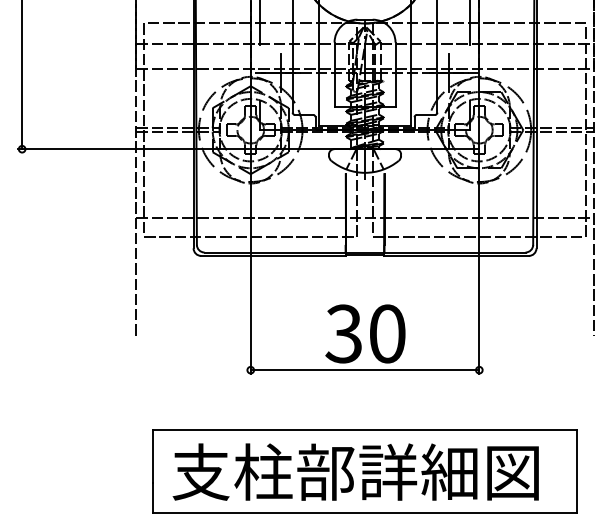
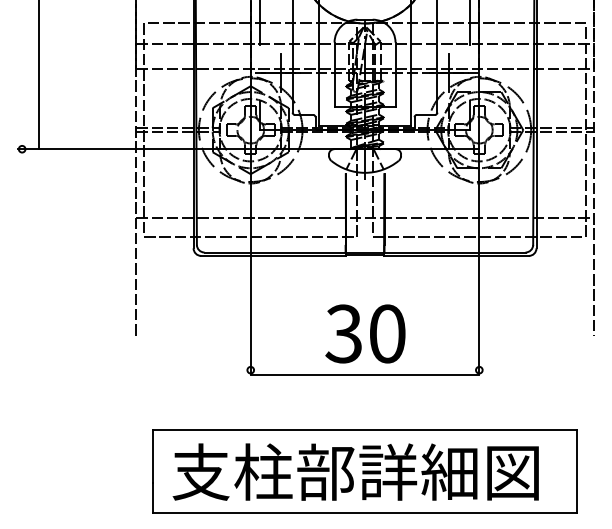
line at (22, 75) position: (22, 75) -> (39, 75)
line at (364, 370) position: (364, 370) -> (364, 375)
